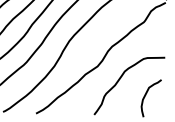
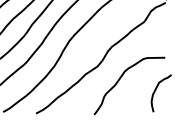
curve at (146, 95) position: (146, 95) -> (156, 90)
